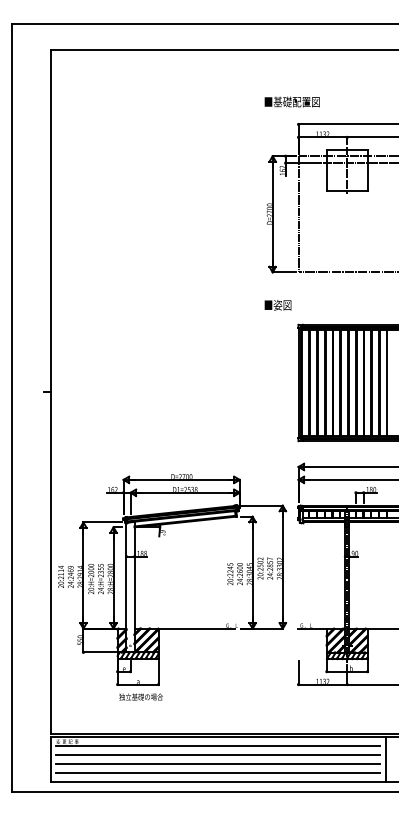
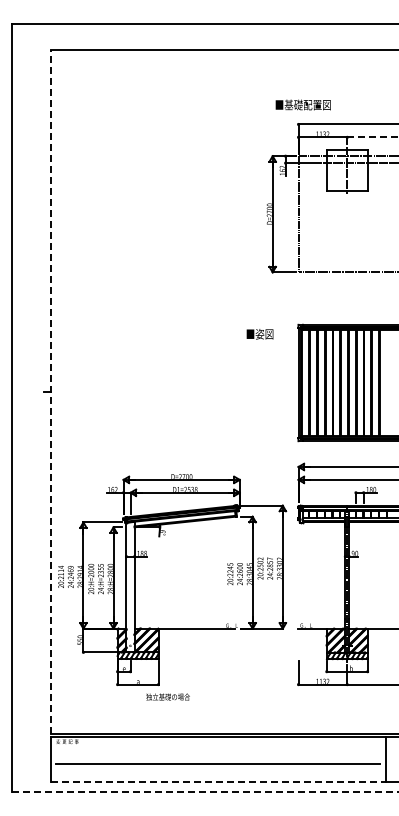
text at (291, 101) position: (291, 101) -> (302, 104)
line at (373, 137): solid -> dashed
text at (277, 305) position: (277, 305) -> (259, 334)
line at (386, 382): present -> none
line at (50, 391): solid -> dashed
text at (140, 696) position: (140, 696) -> (167, 696)
line at (217, 745): present -> none
line at (217, 754): present -> none
line at (217, 772): present -> none
line at (218, 781): solid -> dashed
line at (205, 791): solid -> dashed
